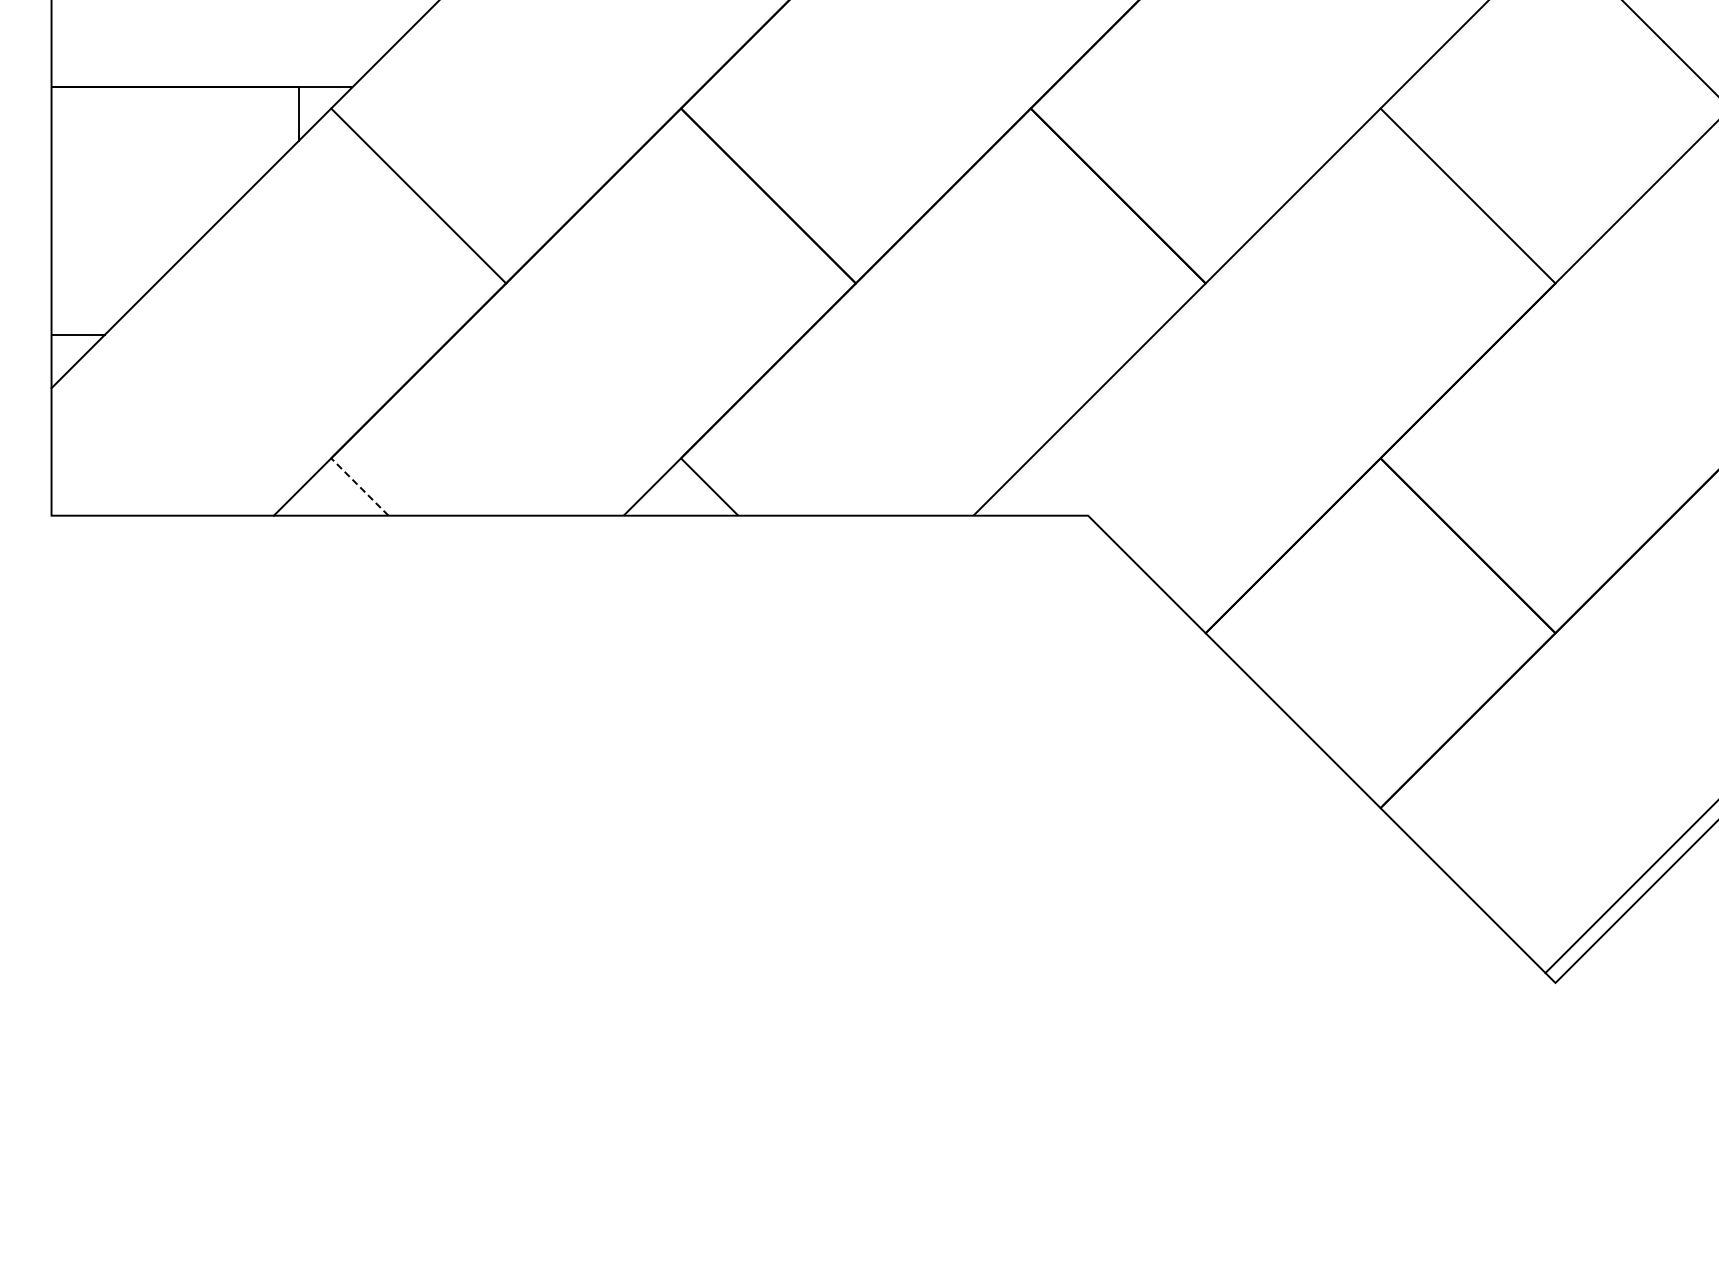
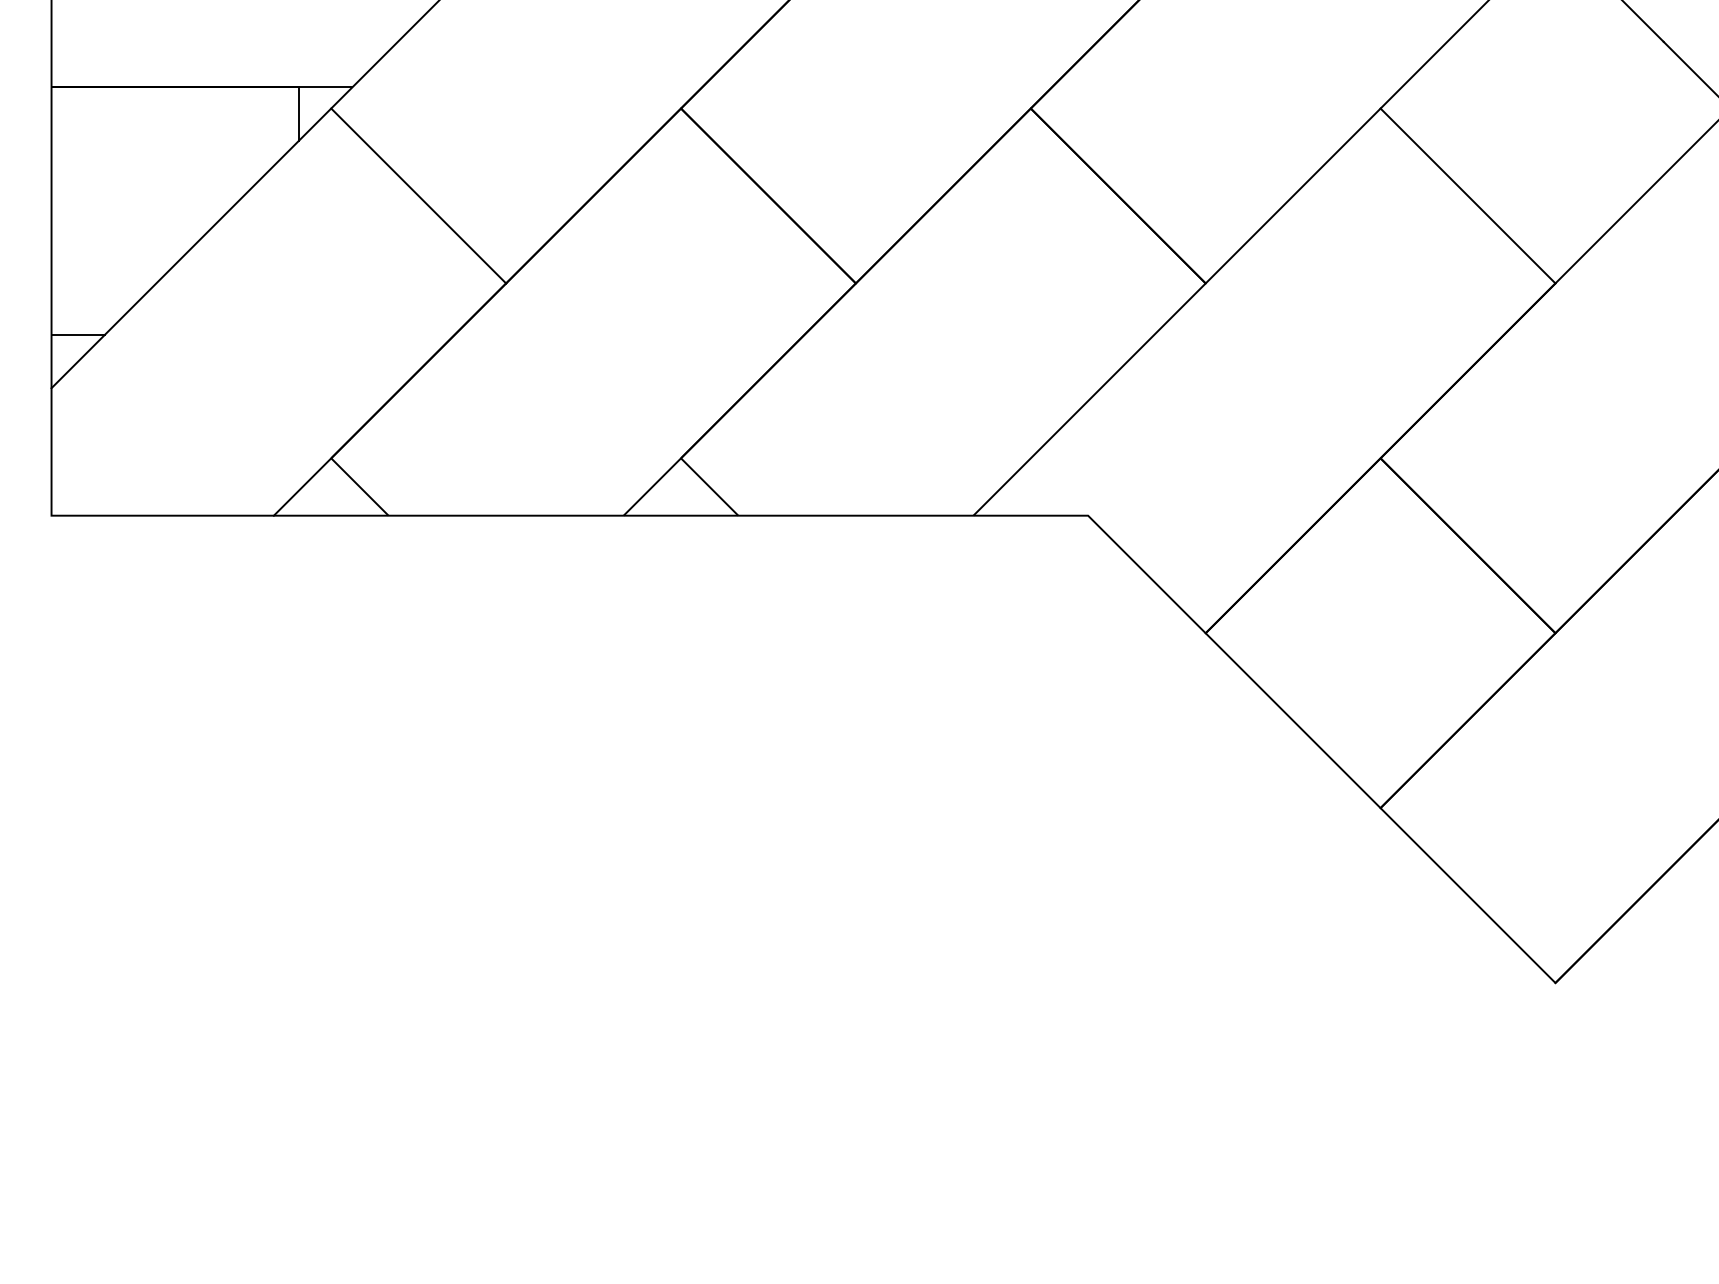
line at (359, 487): dashed -> solid
line at (1630, 888) position: (1630, 888) -> (1635, 902)
